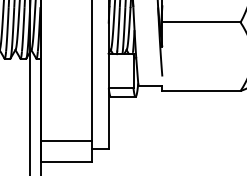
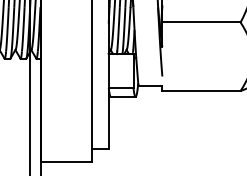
line at (66, 141): present -> none
